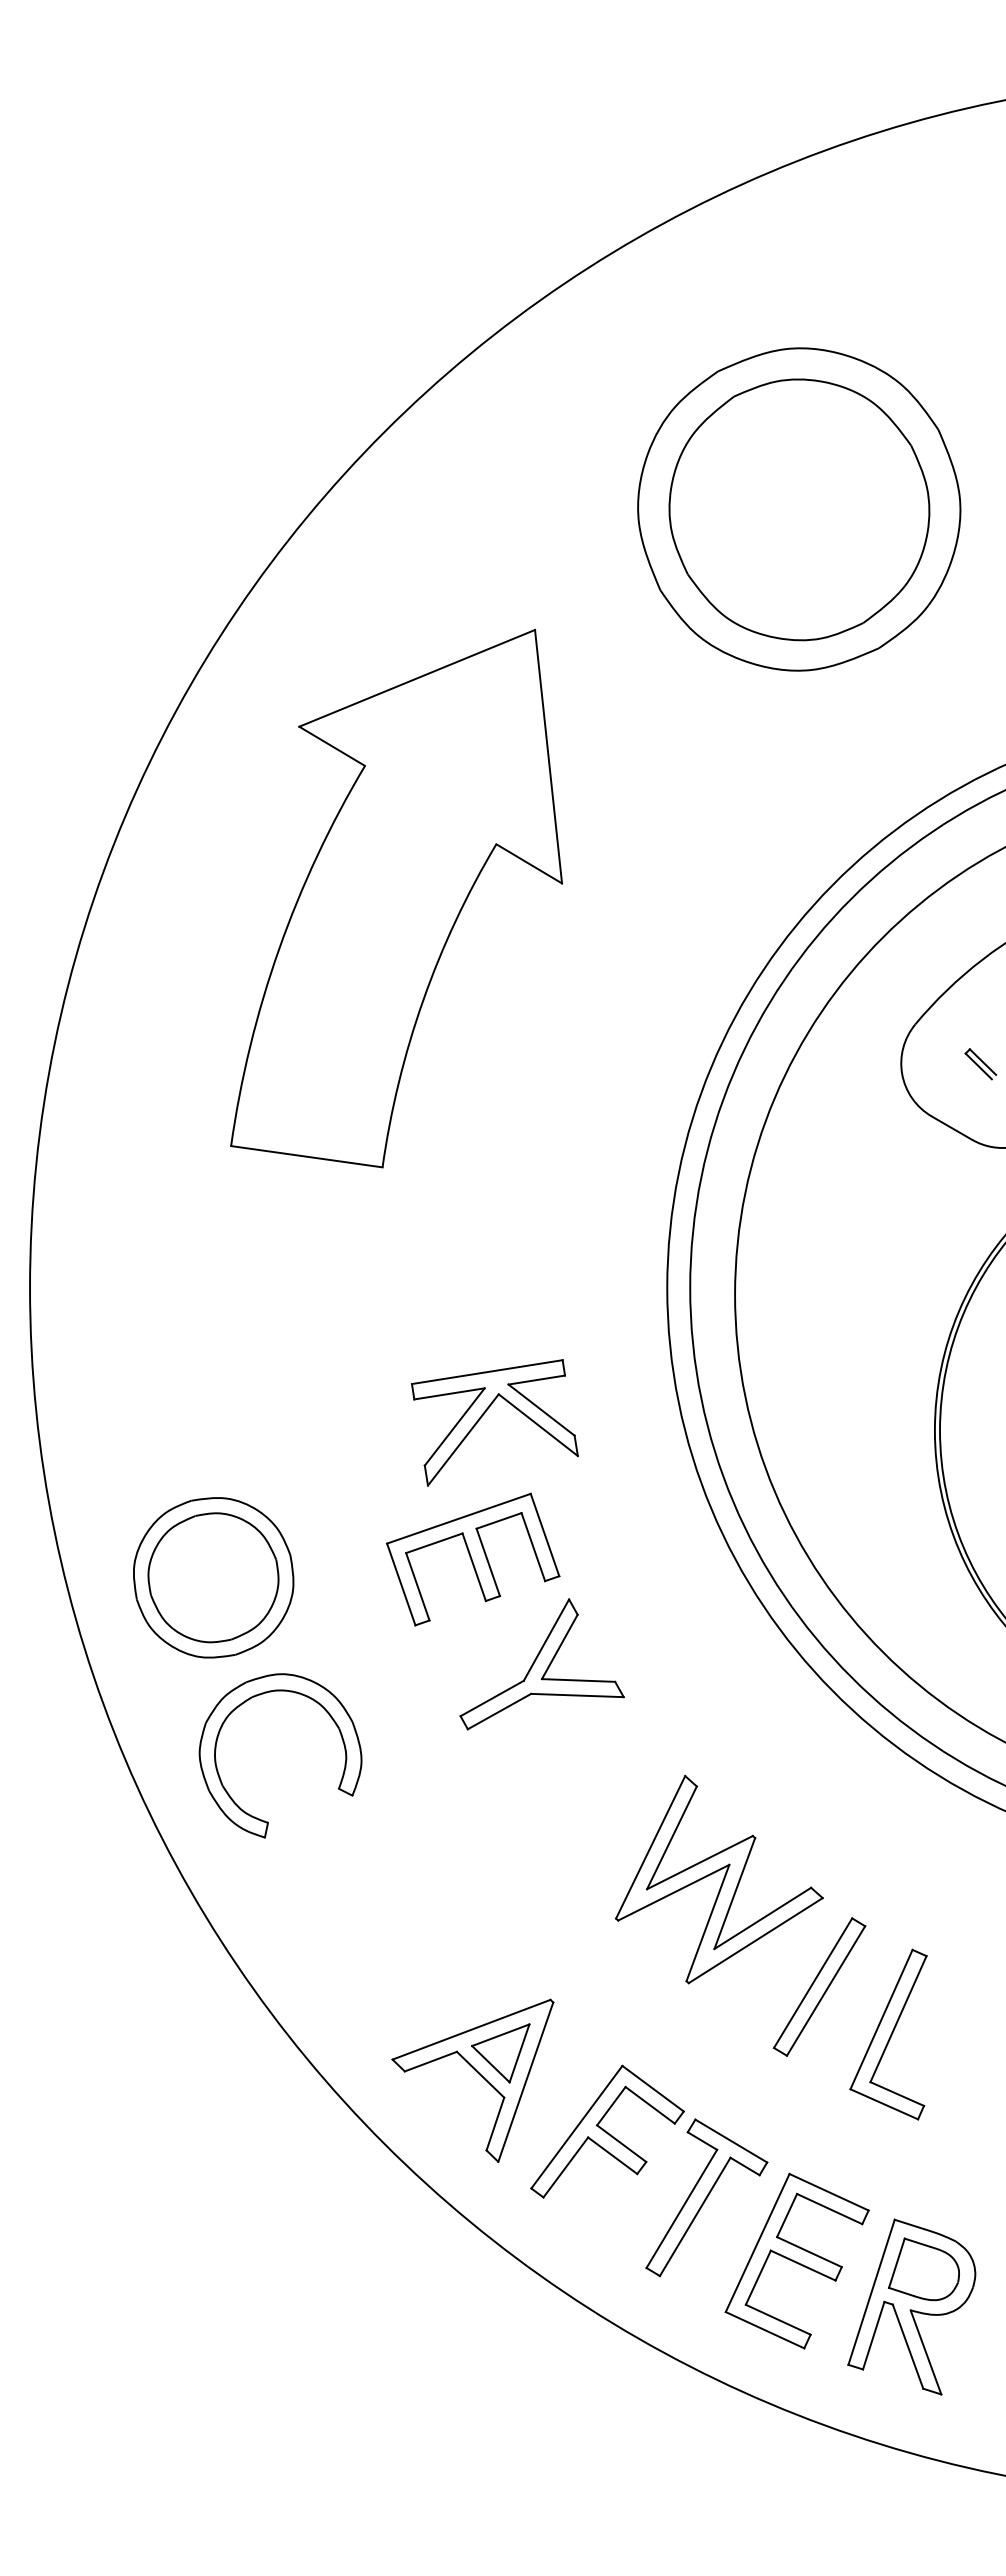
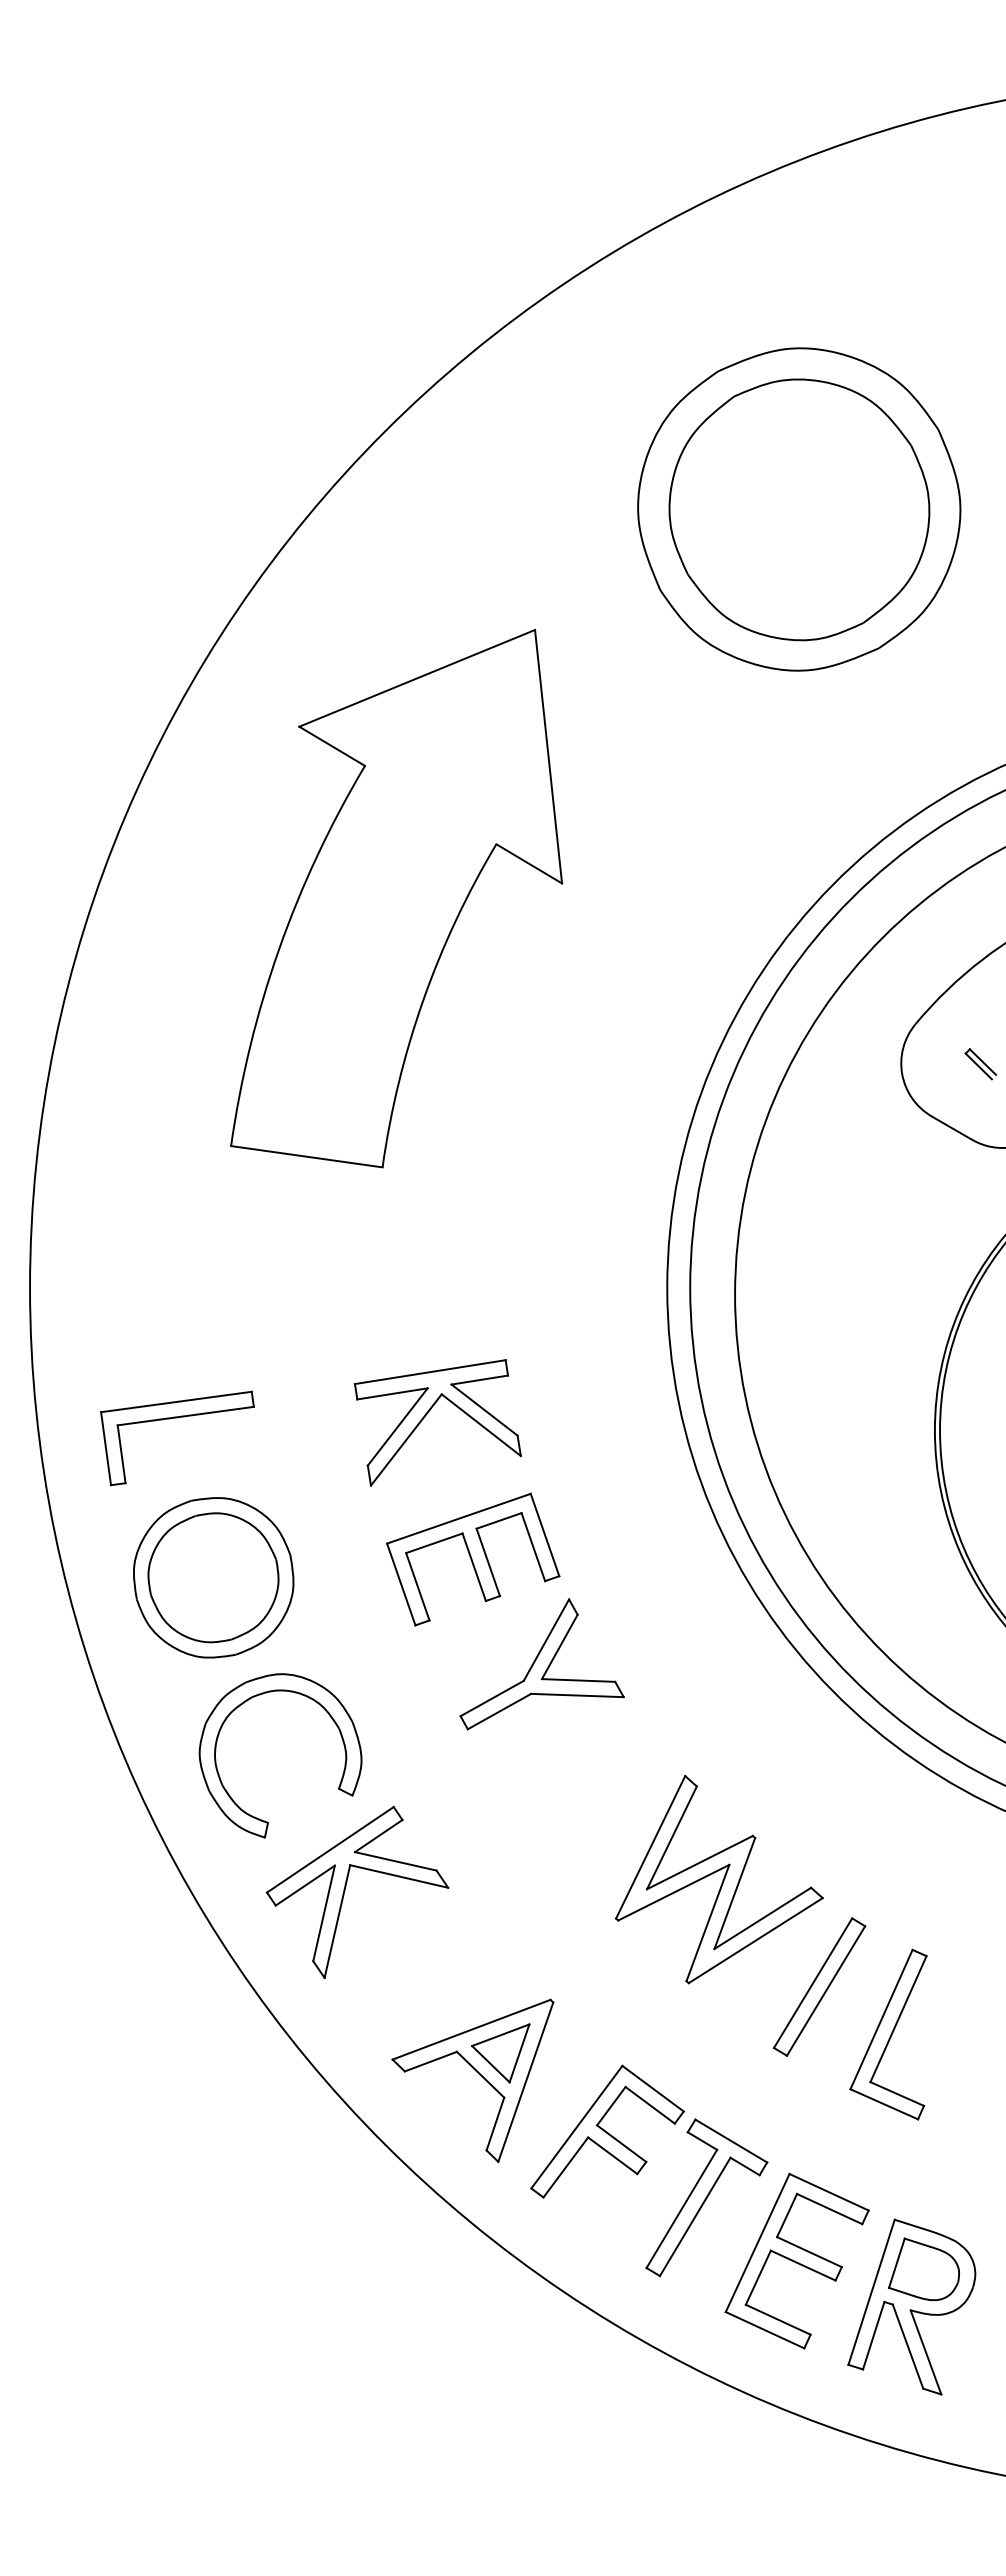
part at (485, 1413) position: (485, 1413) -> (428, 1413)
part at (177, 1418): none -> present
part at (345, 1891): none -> present
